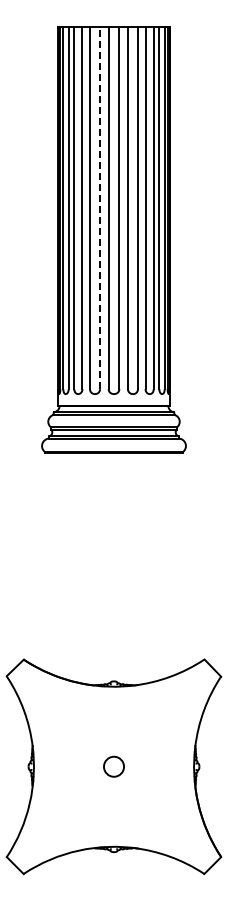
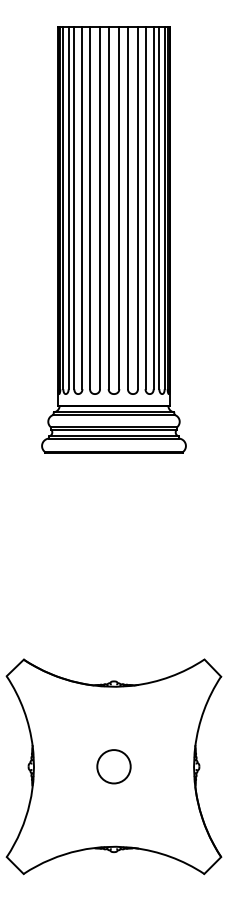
line at (100, 207): dashed -> solid
circle at (113, 766) diameter: 20 px -> 33 px
